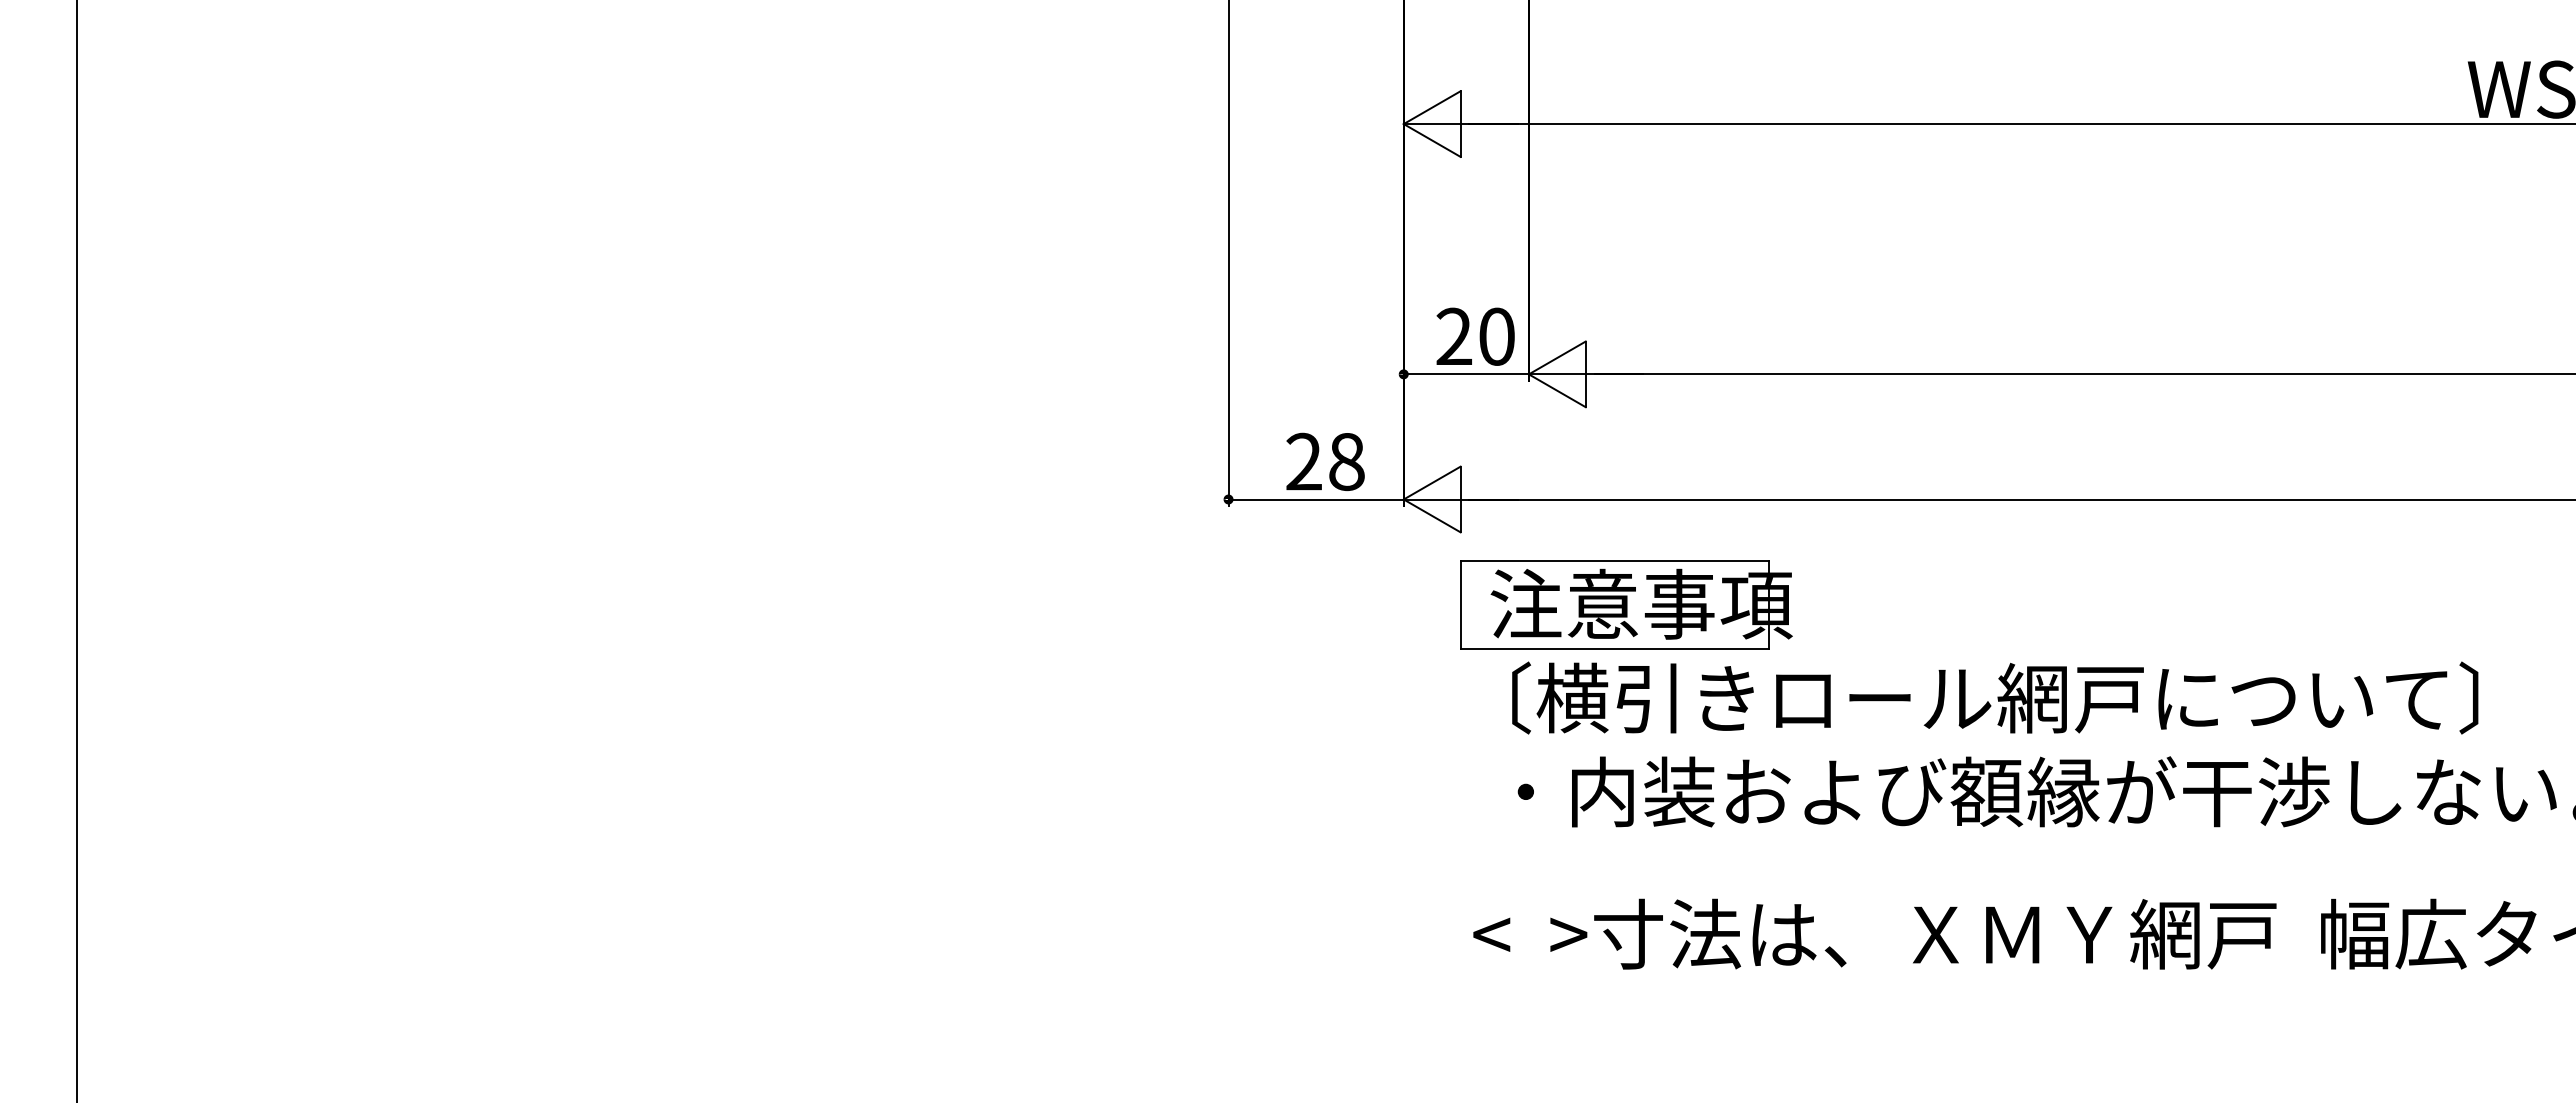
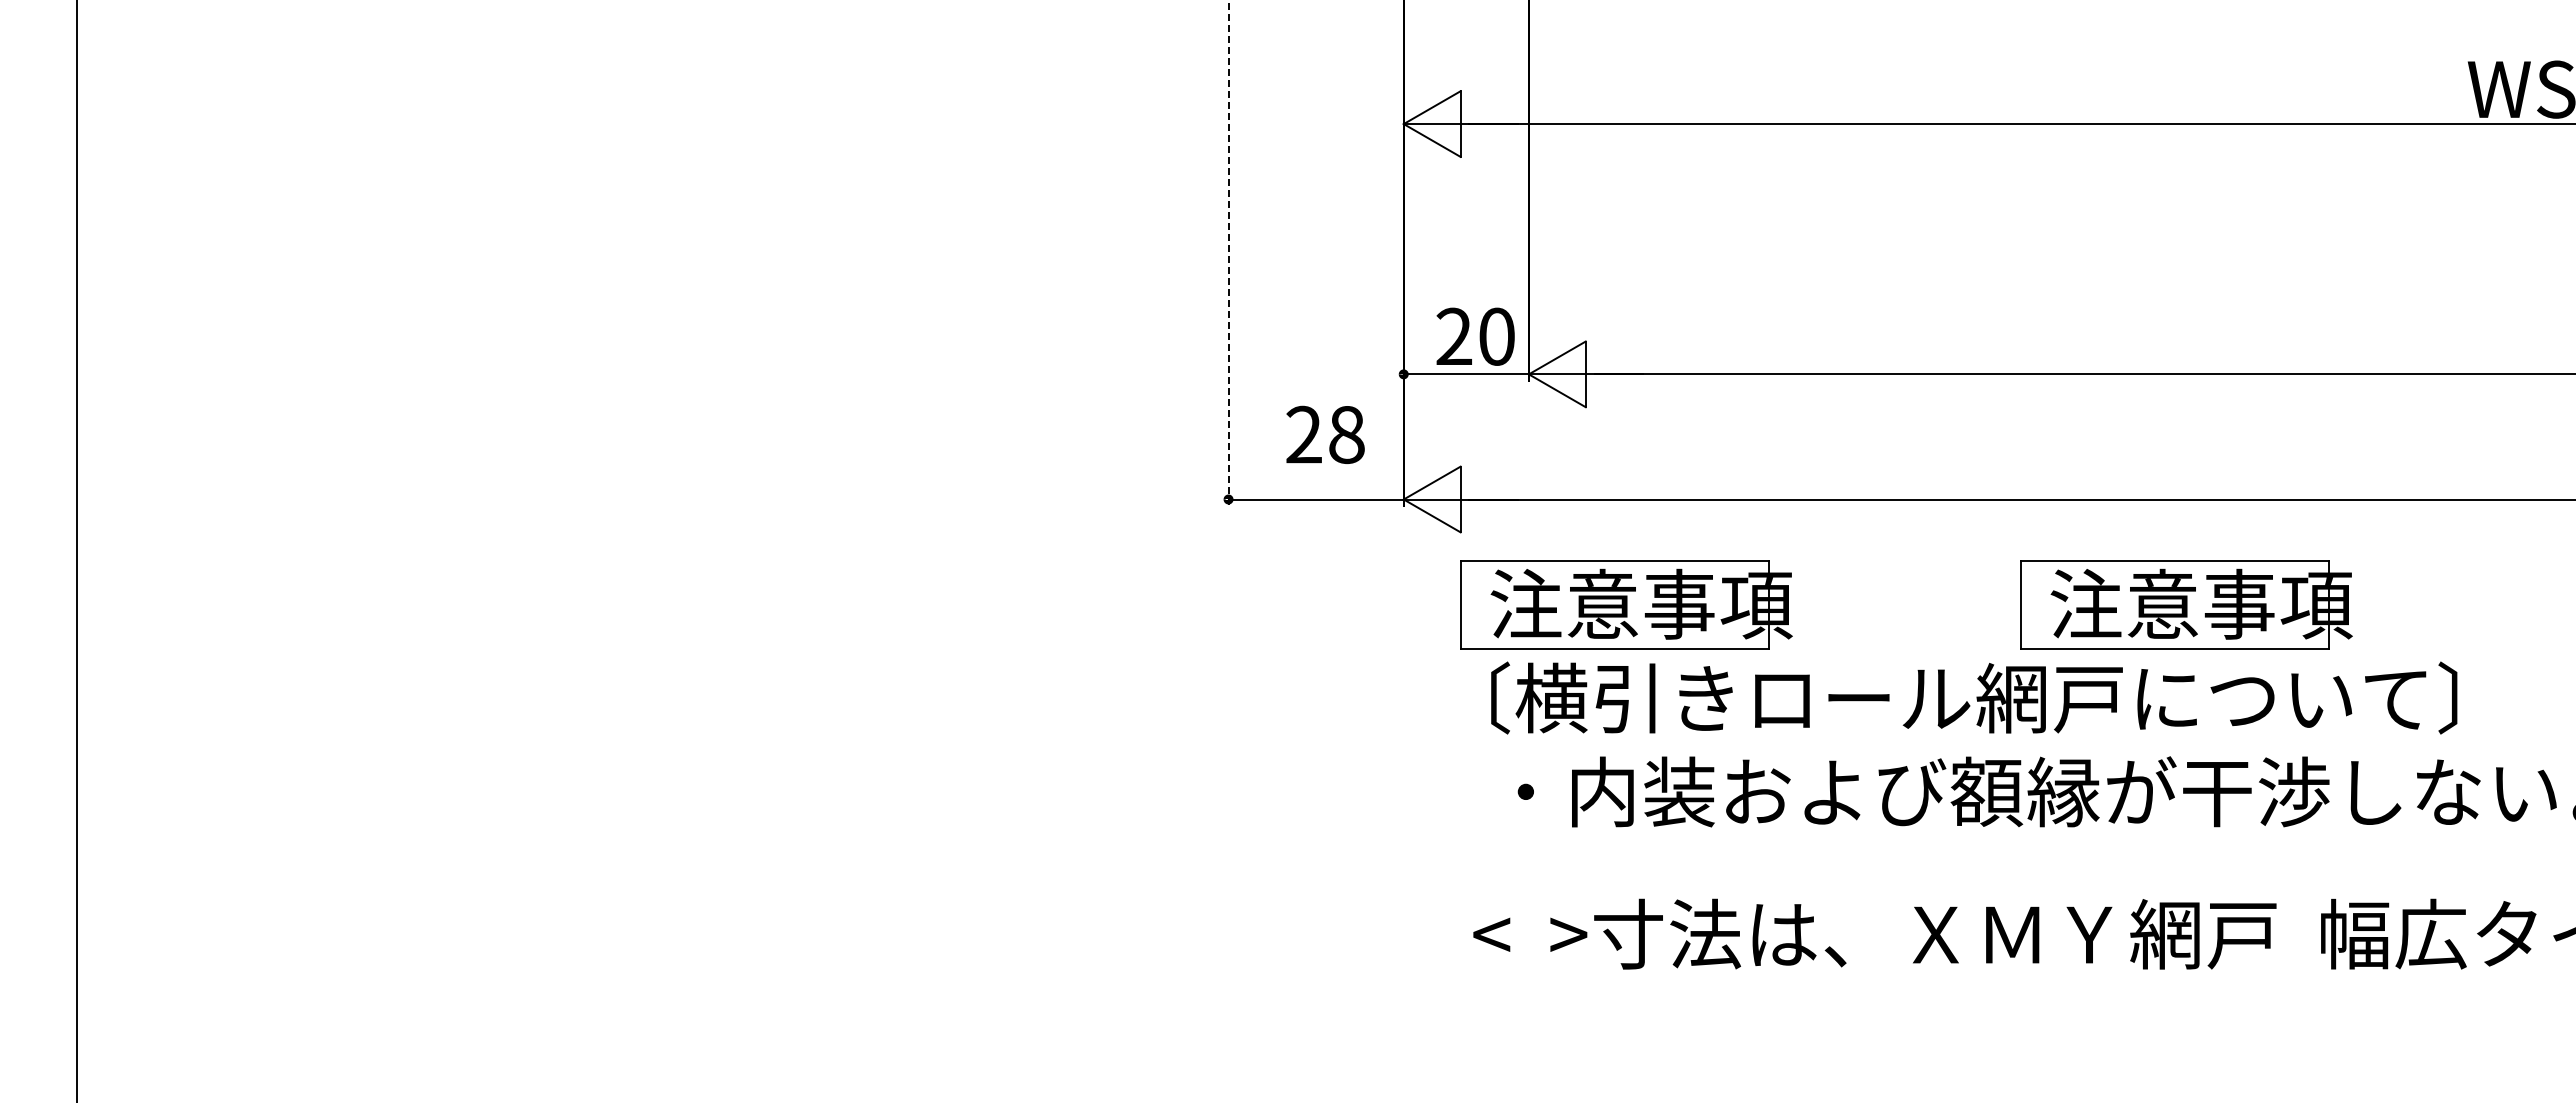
line at (1228, 253): solid -> dashed
text at (1325, 461) position: (1325, 461) -> (1325, 434)
part at (2186, 604): none -> present
text at (1995, 697) position: (1995, 697) -> (1974, 697)
